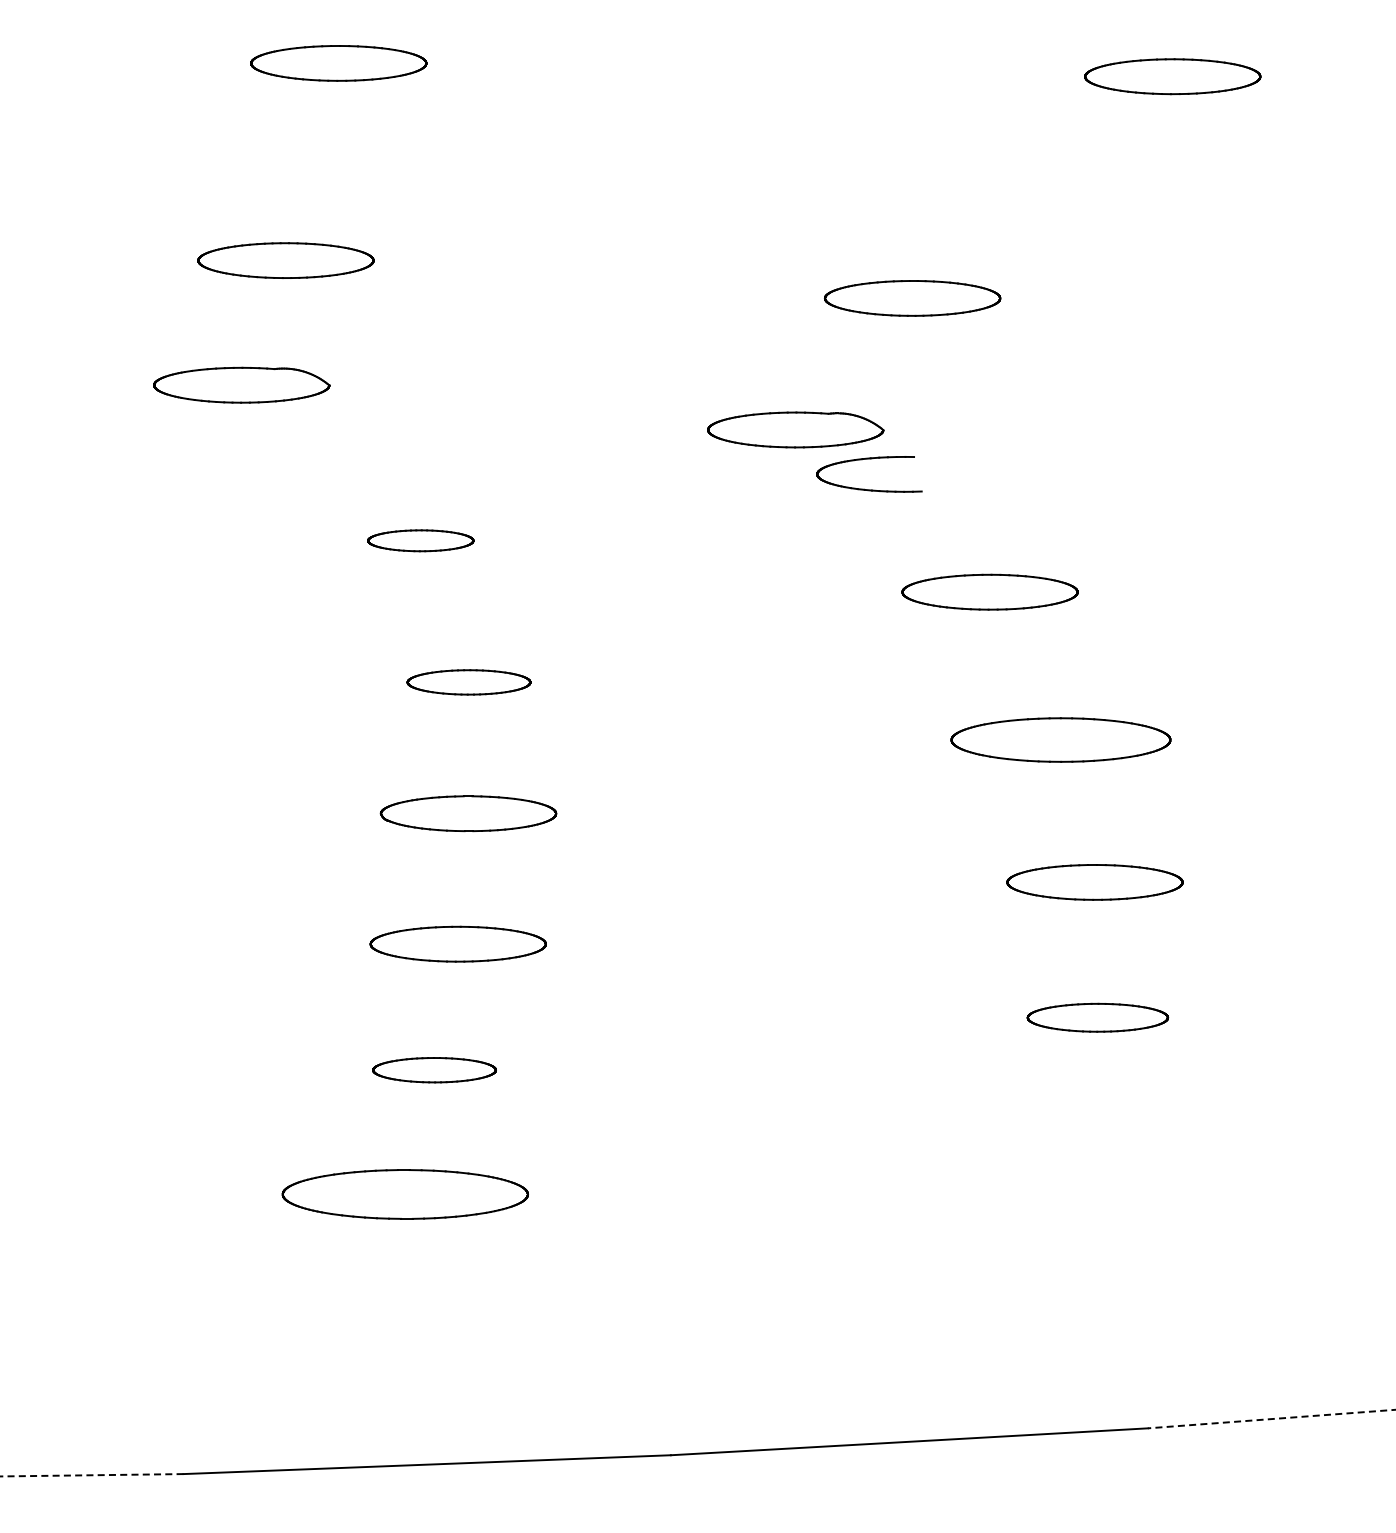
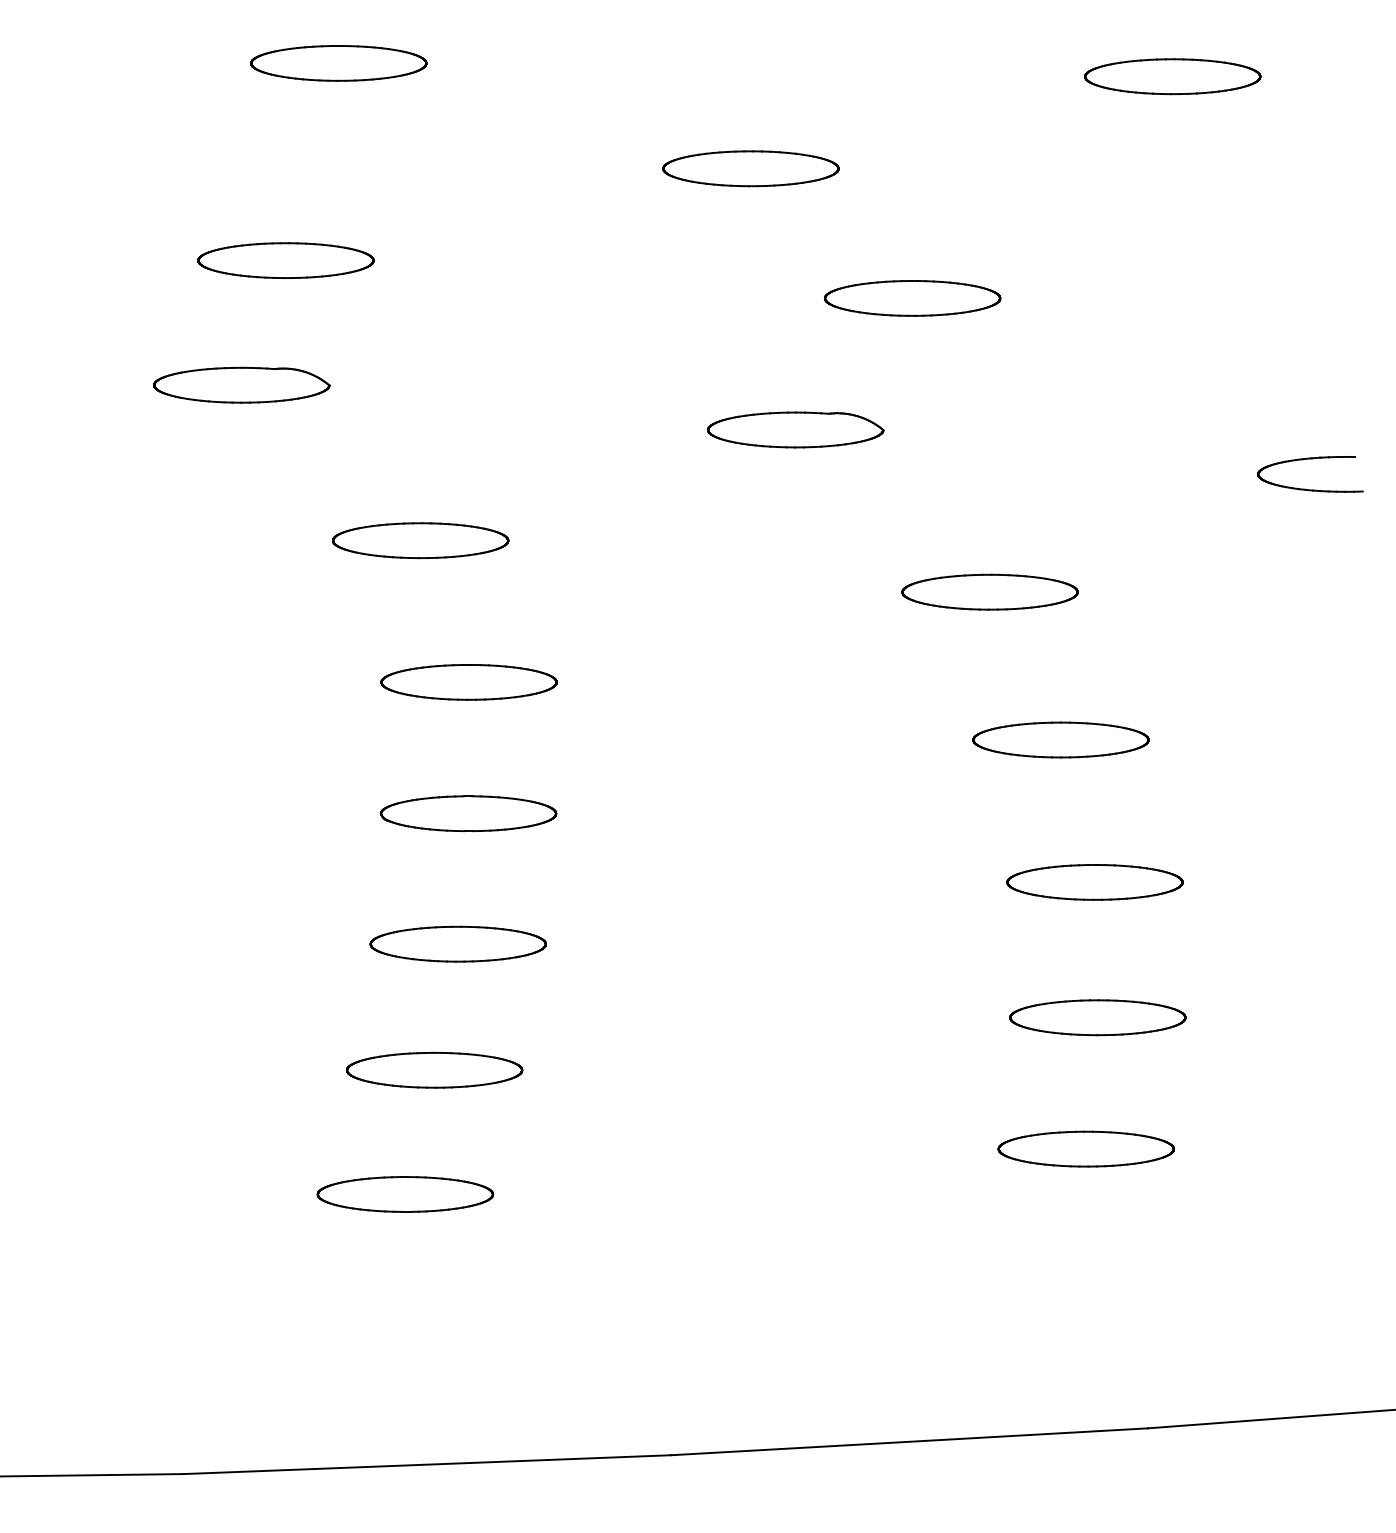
part at (750, 168): none -> present
part at (864, 488) position: (864, 488) -> (1305, 488)
part at (420, 540) size: 108x24 px -> 178x38 px
part at (468, 682) size: 126x27 px -> 178x37 px
part at (1060, 739) size: 222x46 px -> 178x38 px
part at (1097, 1017) size: 144x31 px -> 178x38 px
part at (434, 1070) size: 125x27 px -> 179x38 px
part at (1085, 1148): none -> present
part at (404, 1194) size: 248x51 px -> 179x37 px
line at (1271, 1419): dashed -> solid
line at (91, 1475): dashed -> solid
